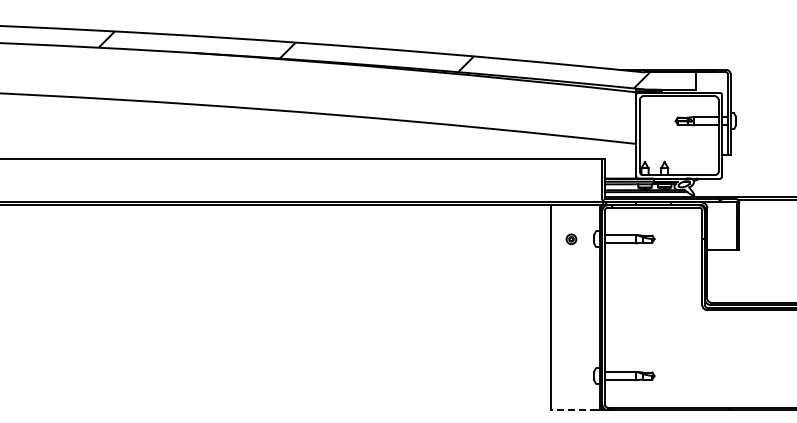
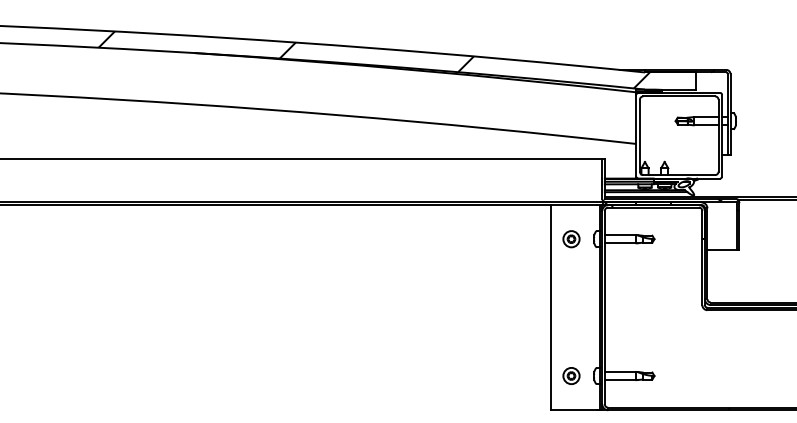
part at (571, 239) size: 13x13 px -> 19x19 px
part at (571, 375): none -> present
line at (573, 410): dashed -> solid
